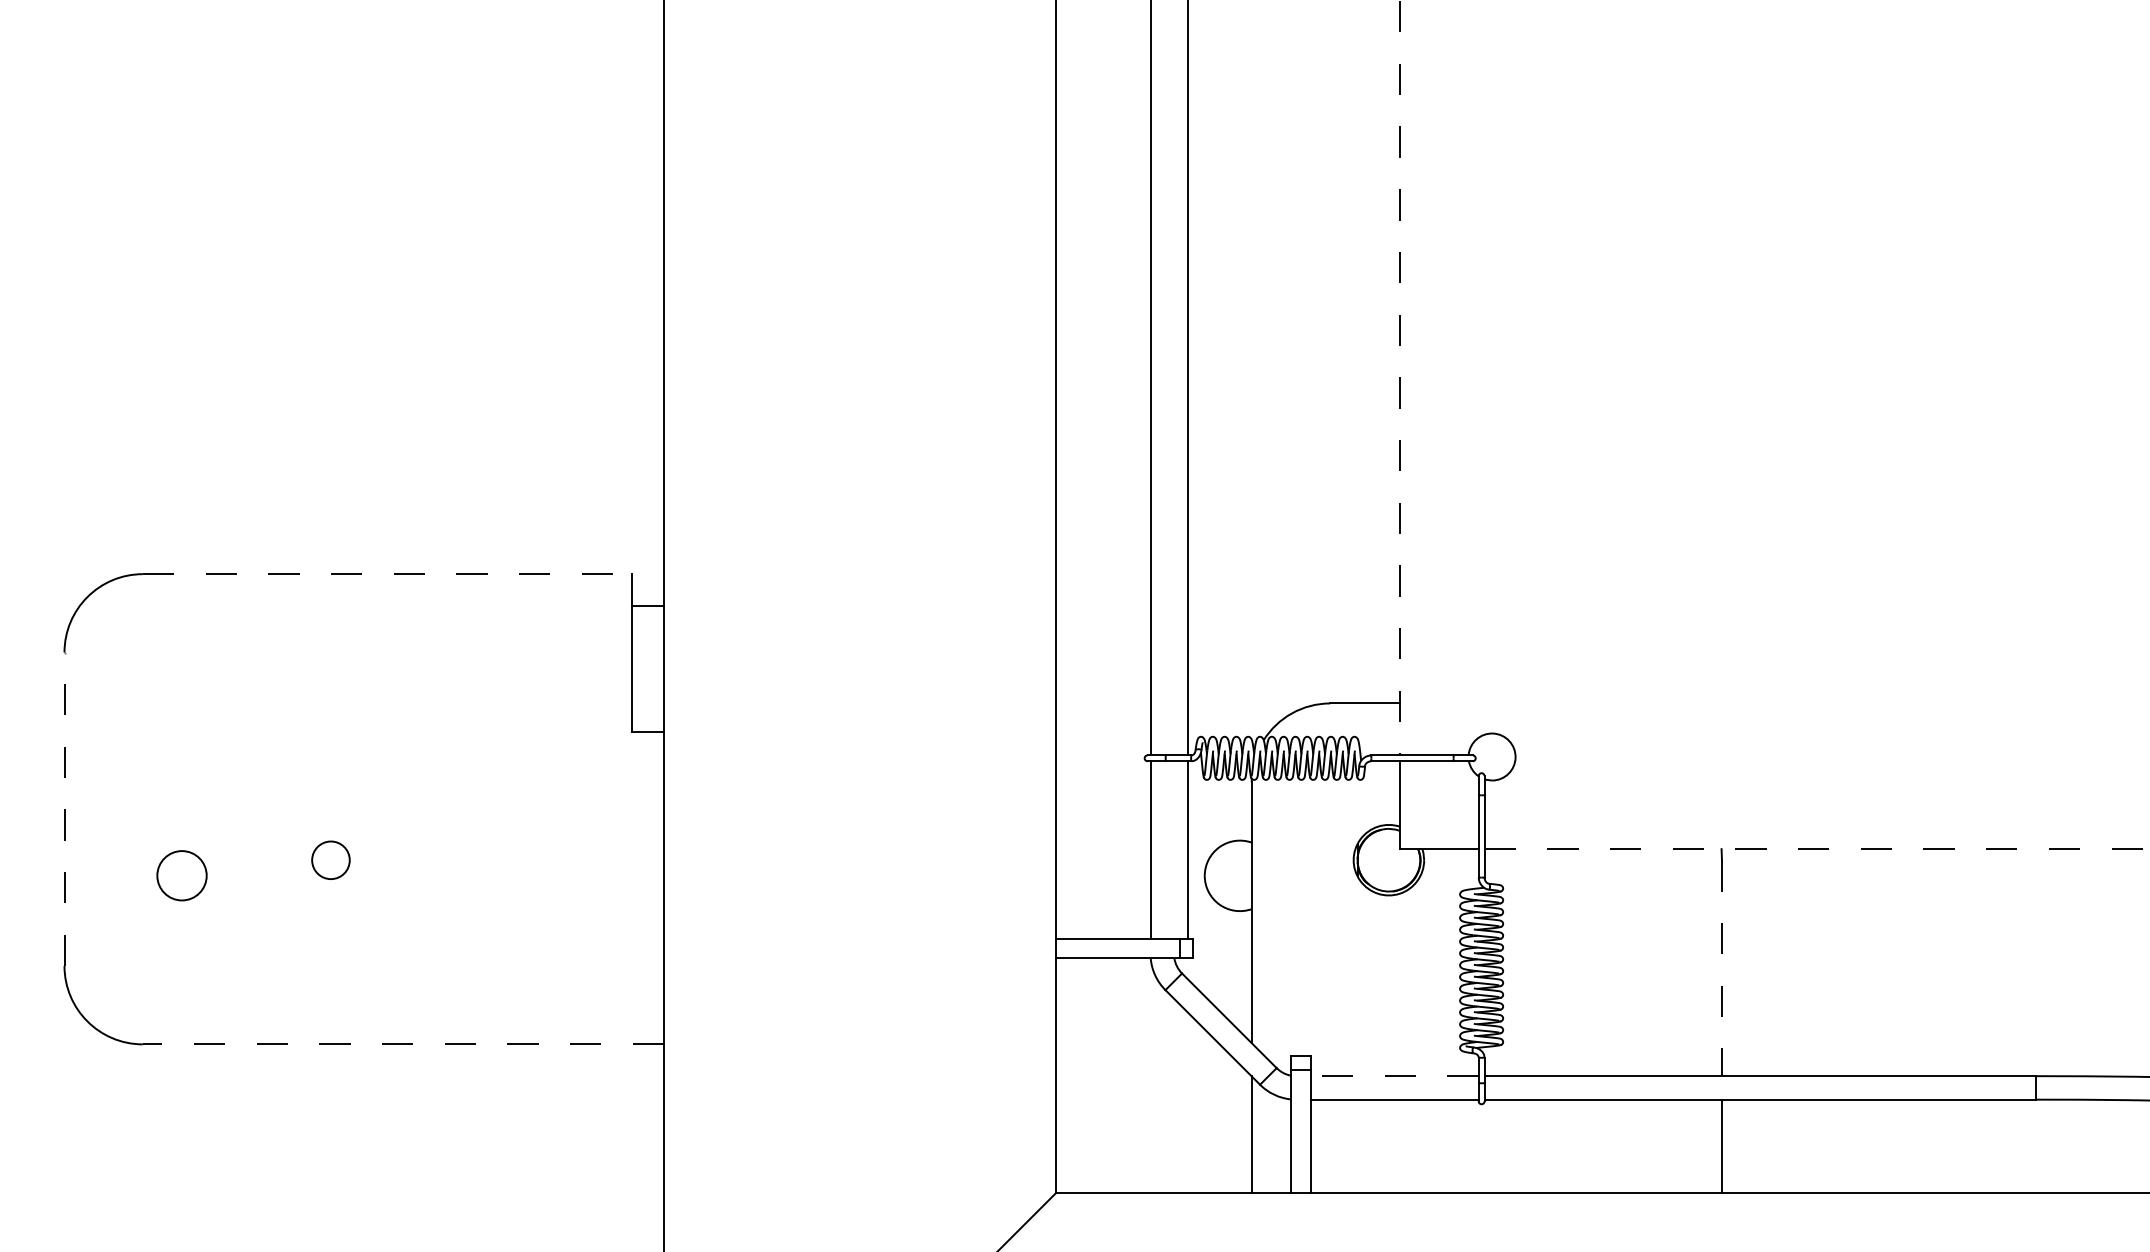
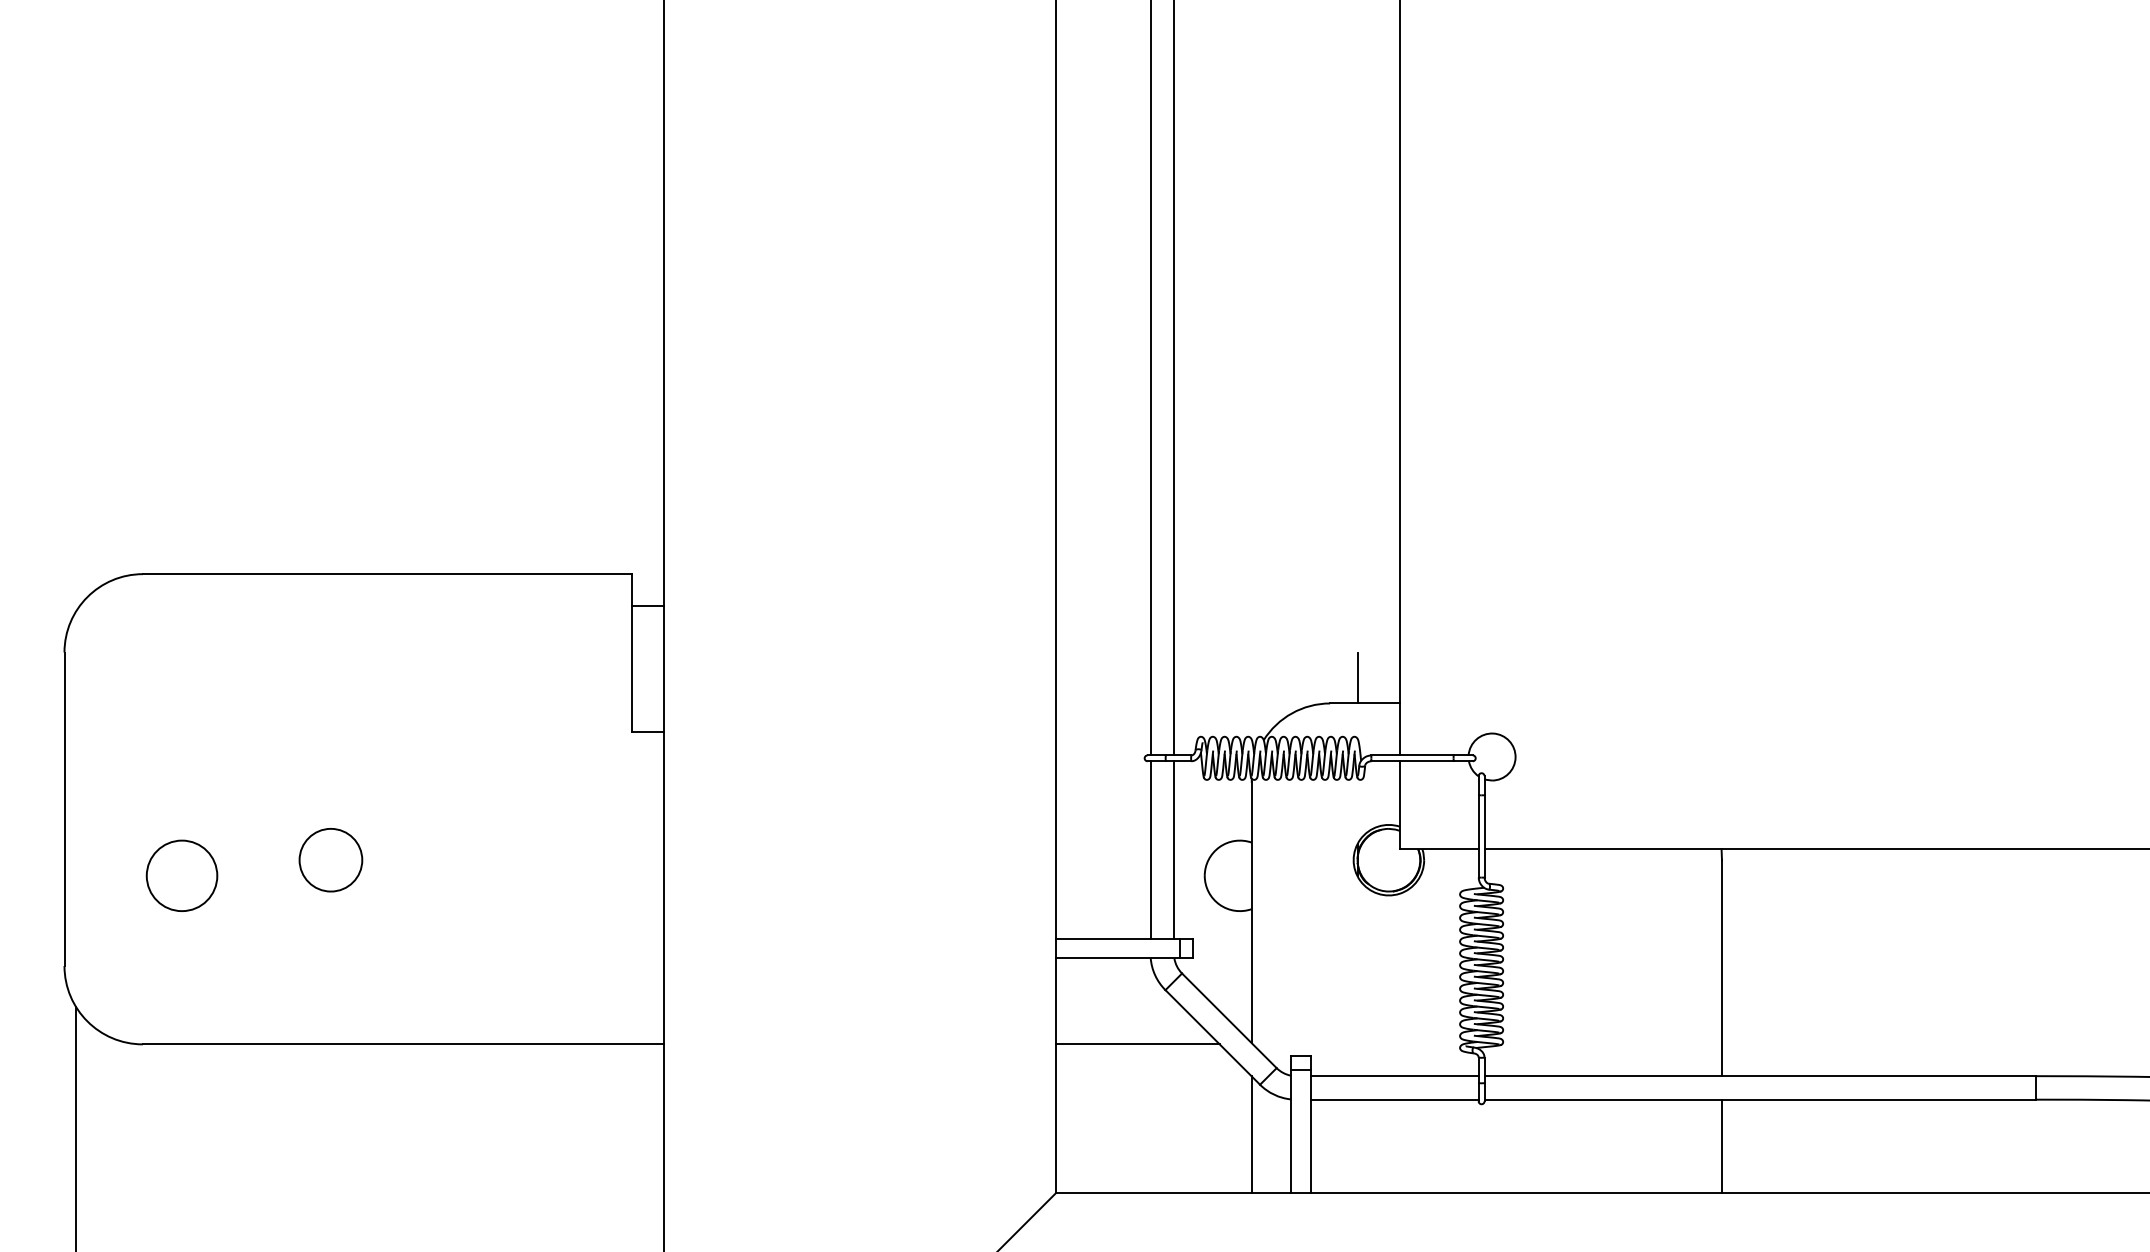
line at (1188, 378) position: (1188, 378) -> (1174, 378)
line at (1399, 378): dashed -> solid
line at (387, 574): dashed -> solid
line at (1357, 677): none -> present
line at (64, 809): dashed -> solid
line at (1188, 849) position: (1188, 849) -> (1174, 849)
line at (1817, 849): dashed -> solid
circle at (330, 859) size: 40x40 px -> 66x65 px
circle at (181, 875) size: 52x52 px -> 74x73 px
line at (1721, 968): dashed -> solid
line at (403, 1044): dashed -> solid
line at (1137, 1044): none -> present
line at (1394, 1076): dashed -> solid
line at (76, 1127): none -> present
